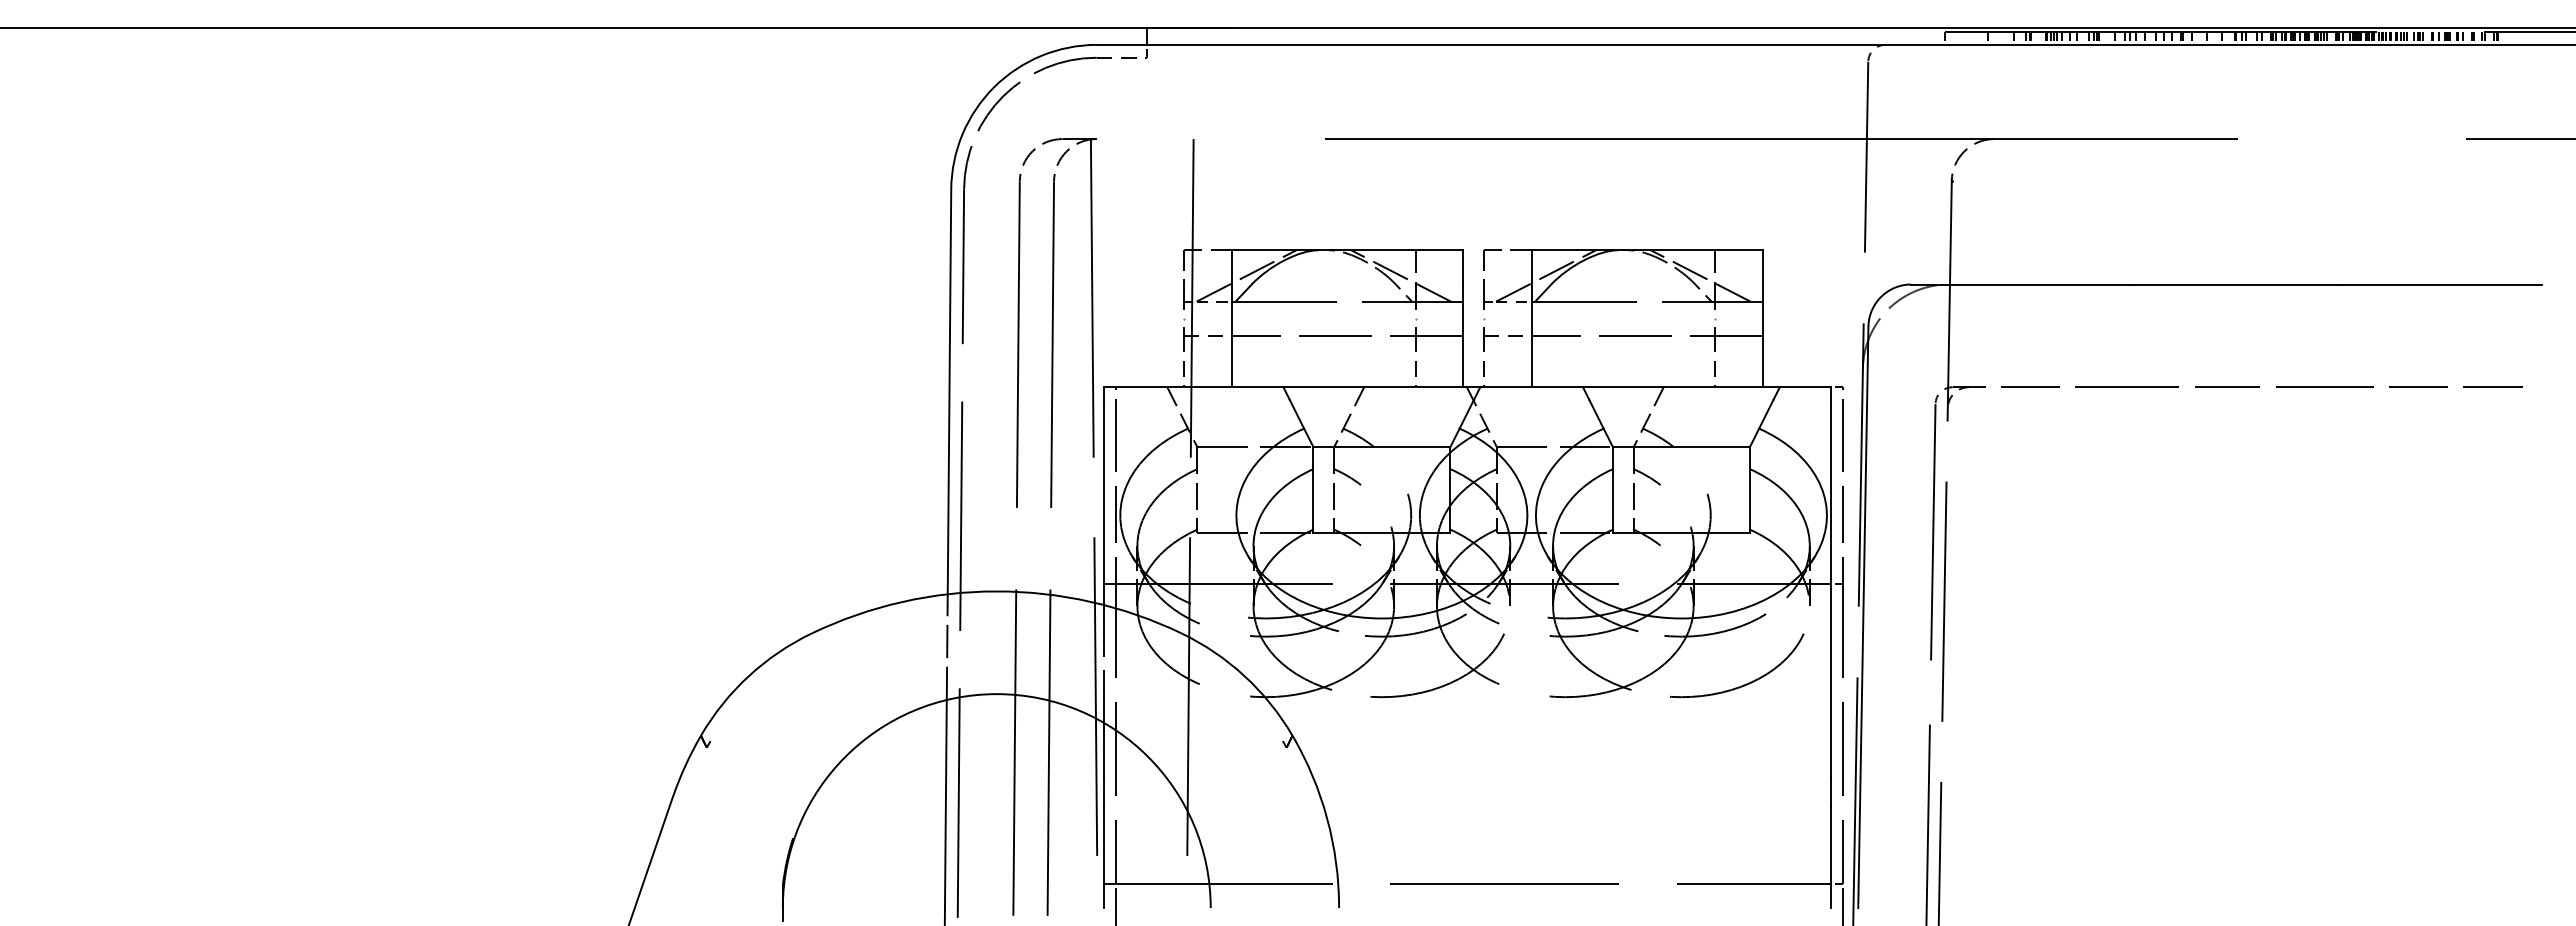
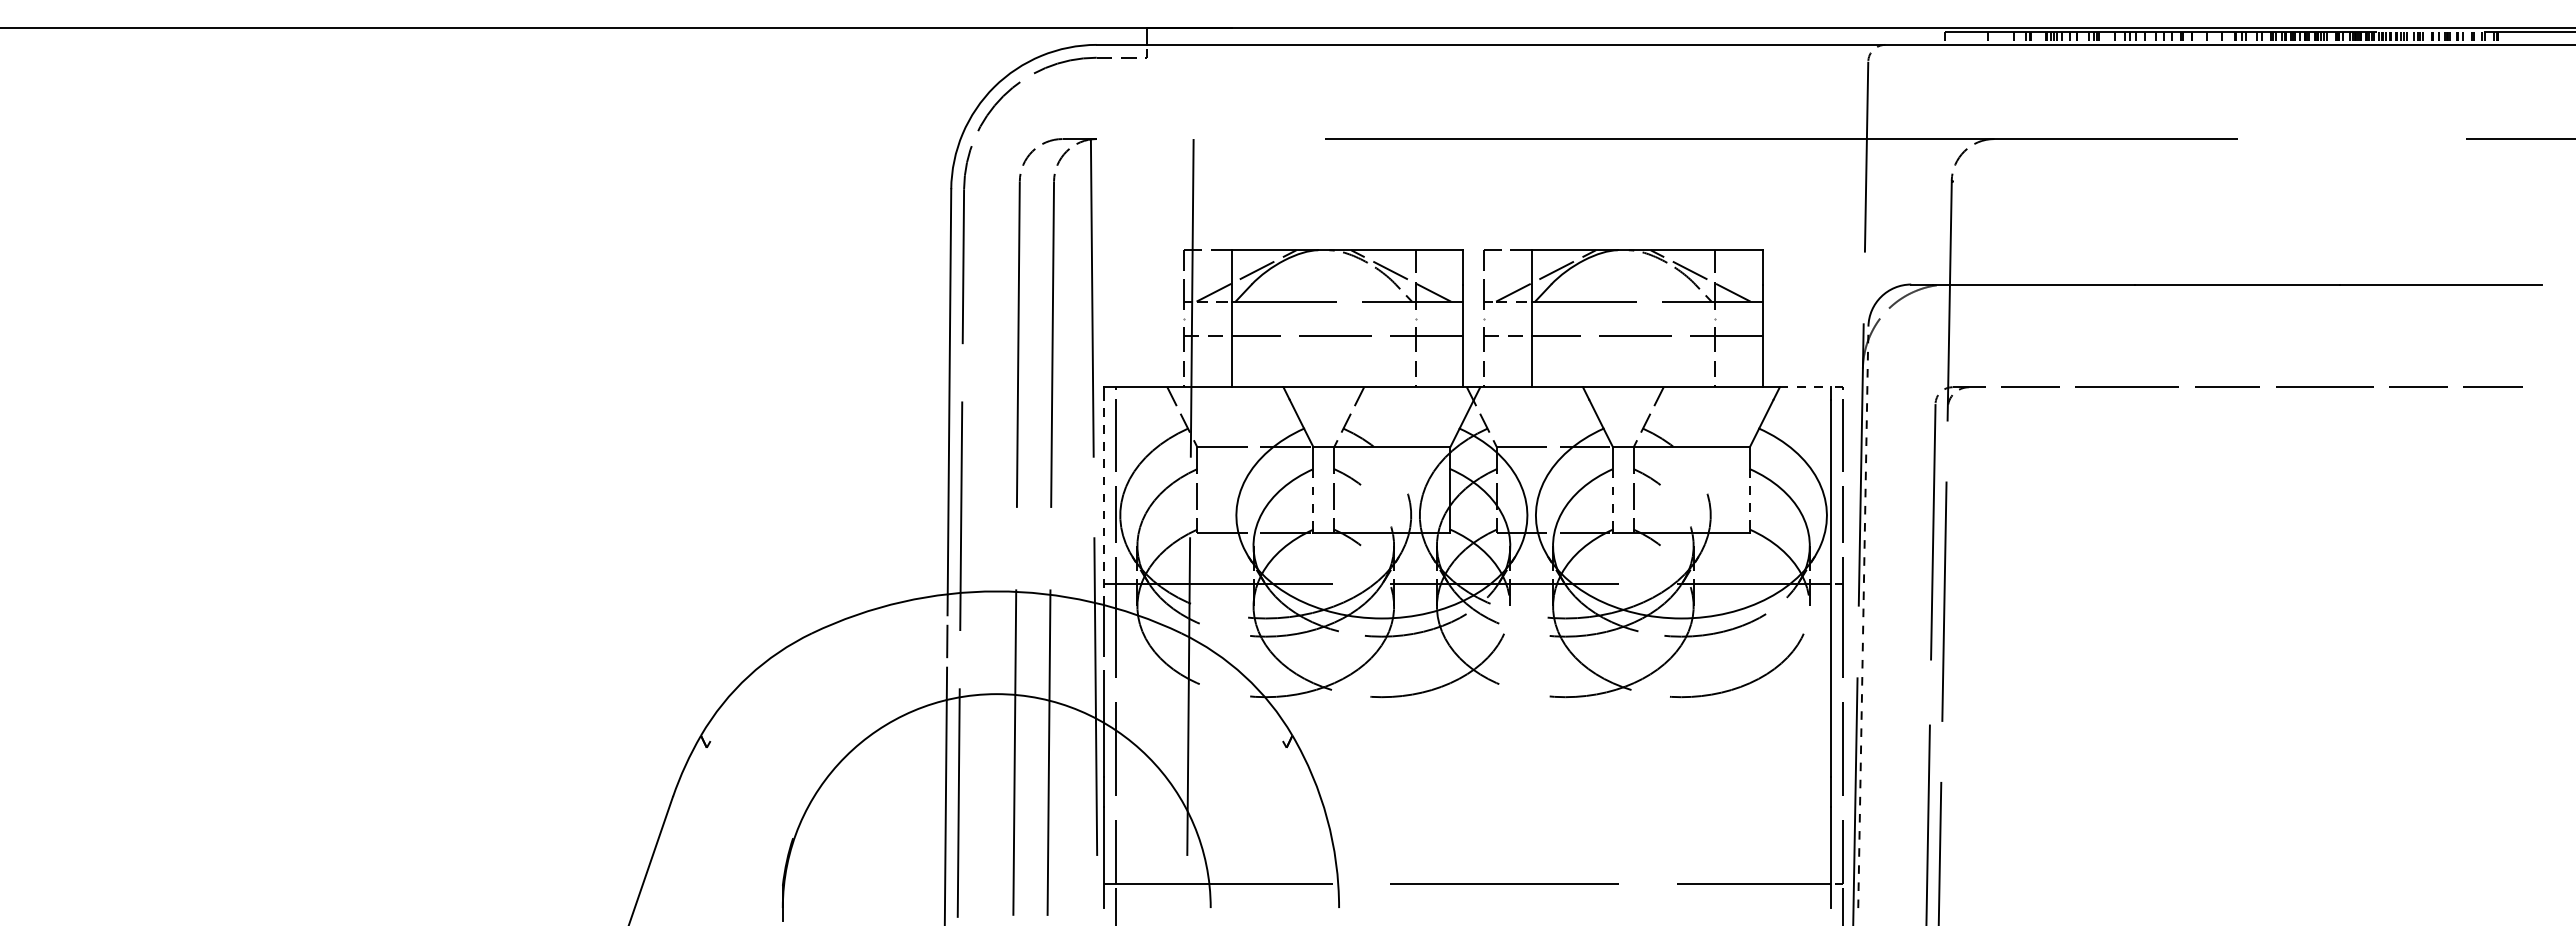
line at (1805, 387): solid -> dashed
line at (1313, 498): solid -> dashed
line at (1612, 498): solid -> dashed
line at (1749, 499): solid -> dashed
line at (1103, 502): solid -> dashed
line at (1863, 617): solid -> dashed
